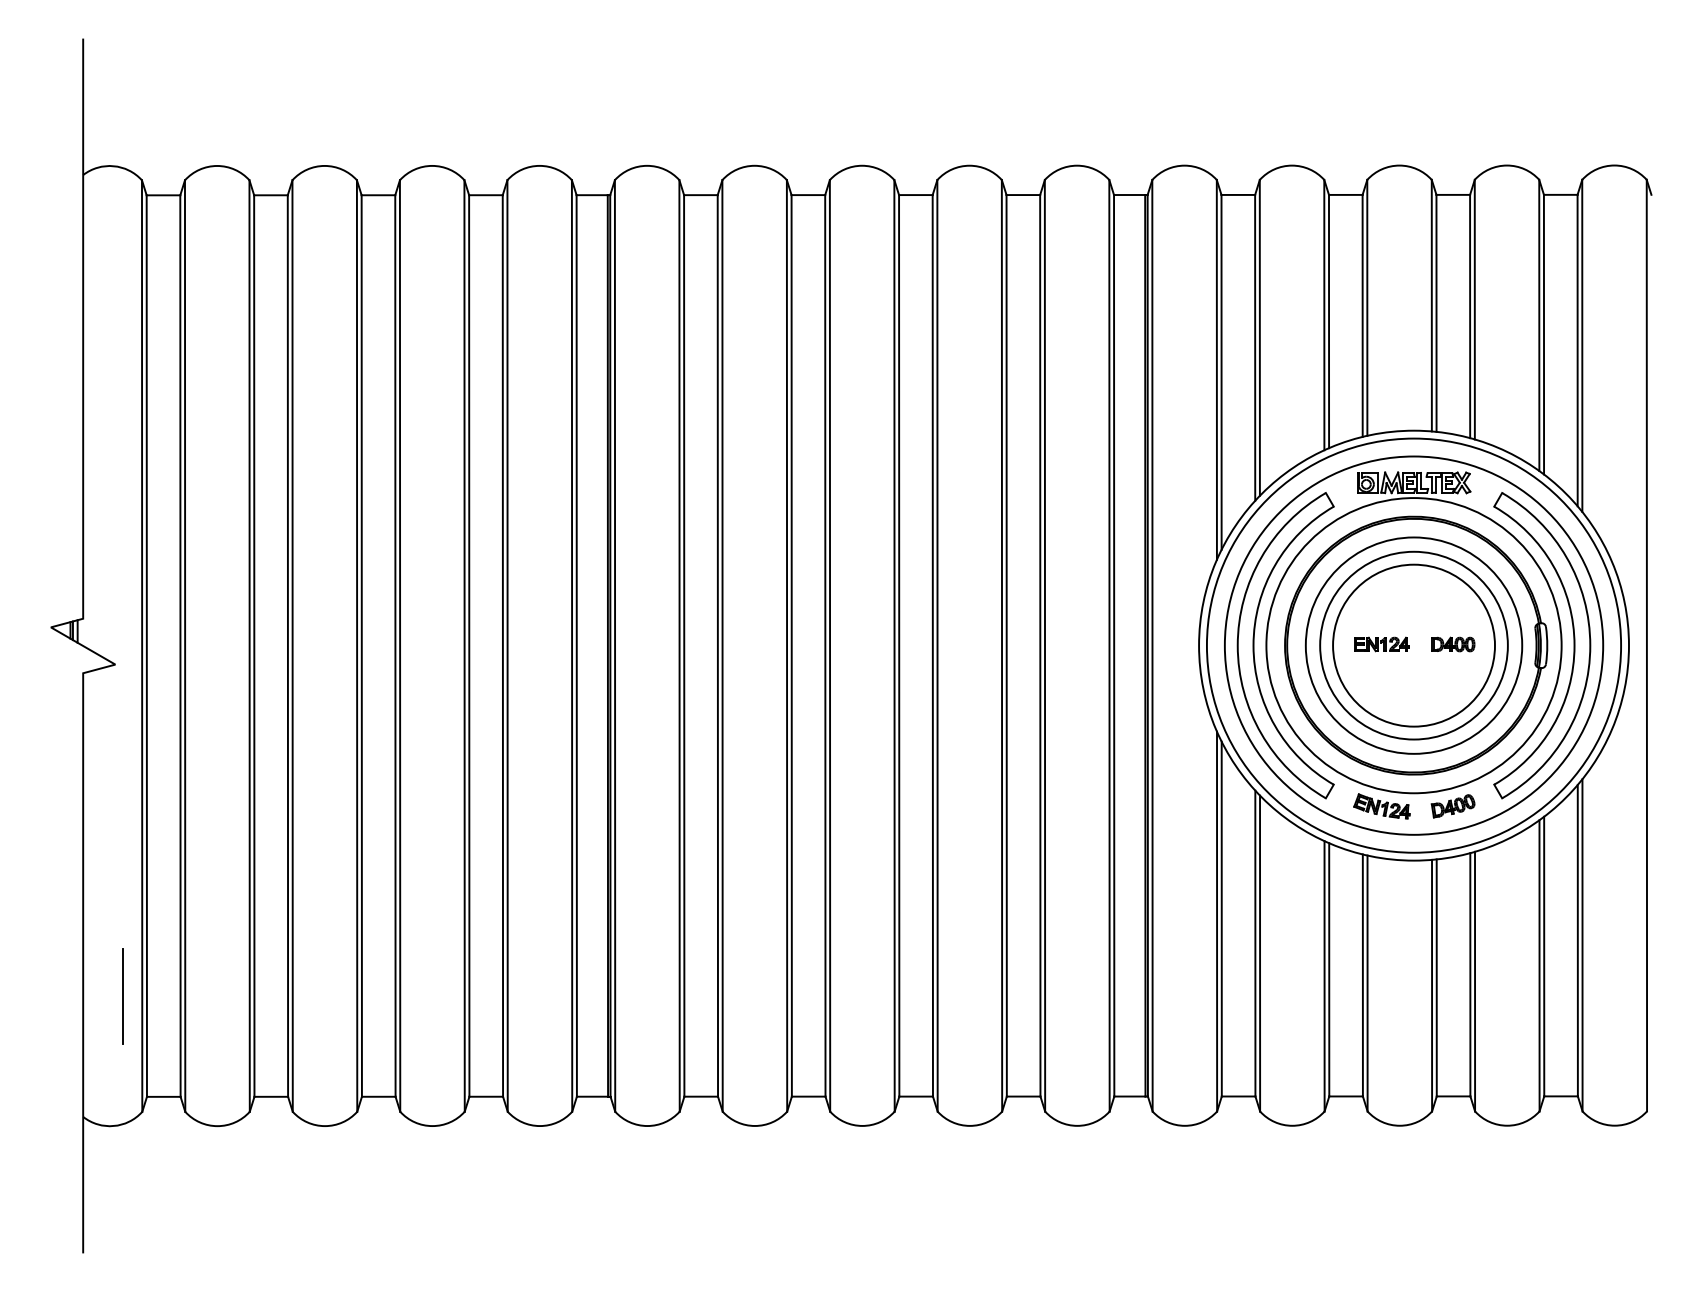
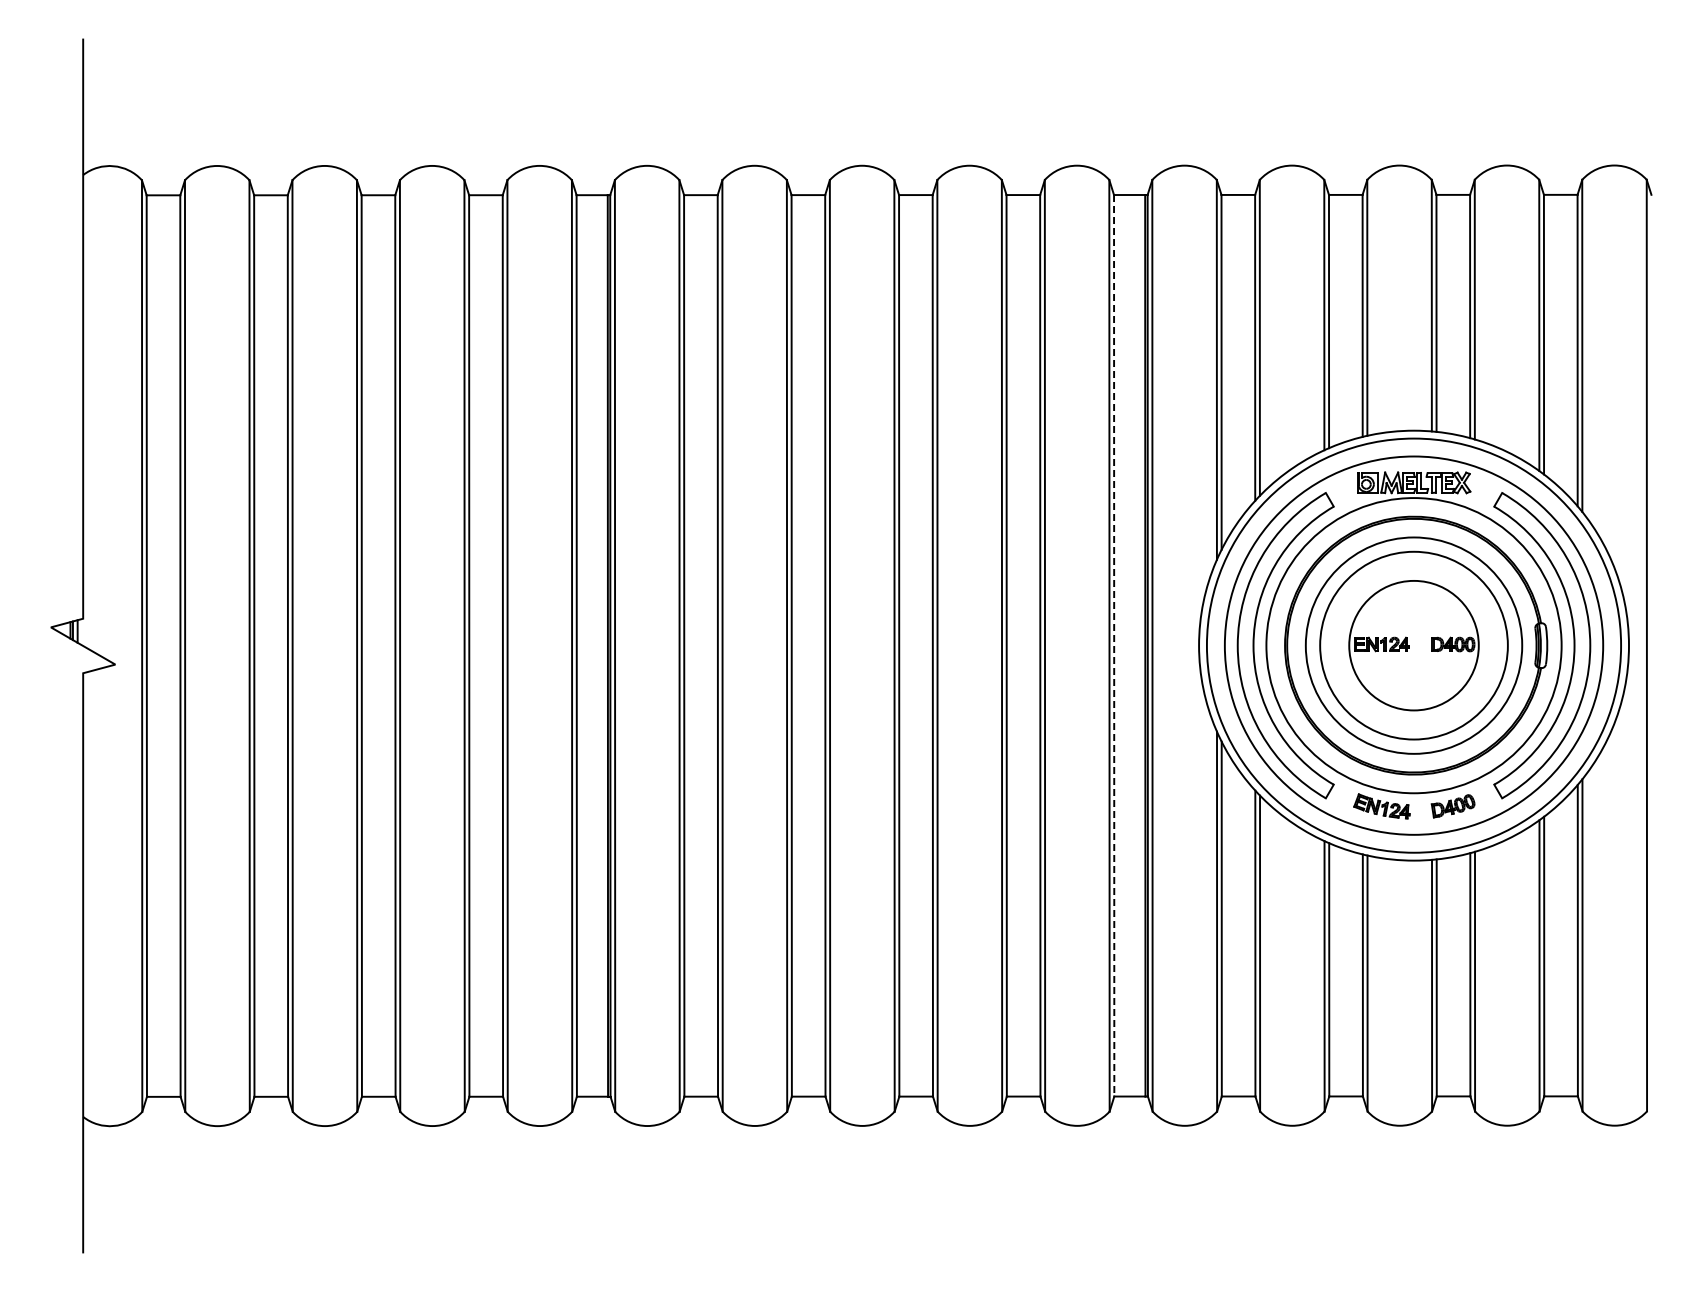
line at (1114, 645): solid -> dashed
circle at (1413, 645) diameter: 162 px -> 130 px
line at (123, 996): present -> none
